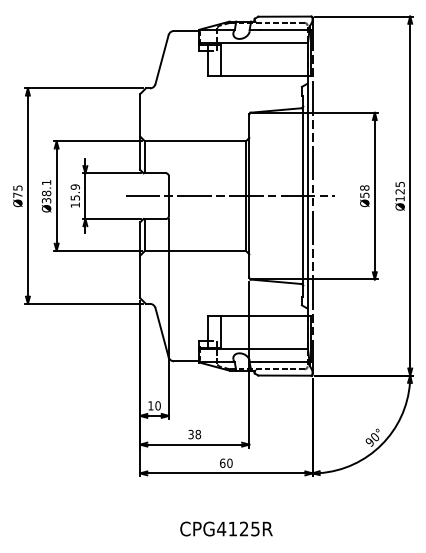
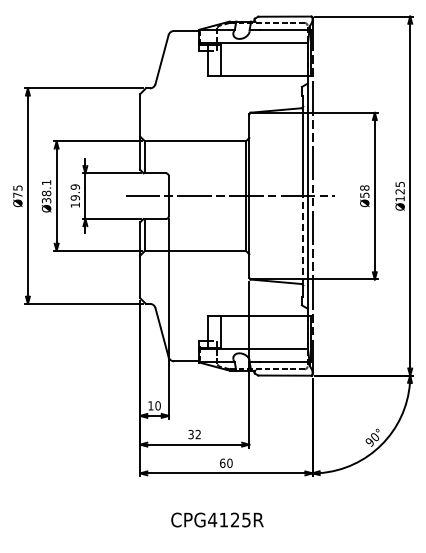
text at (74, 197): 15.9 -> 19.9
line at (303, 240): solid -> dashed
text at (198, 434): 38 -> 32
text at (226, 528) position: (226, 528) -> (217, 519)
